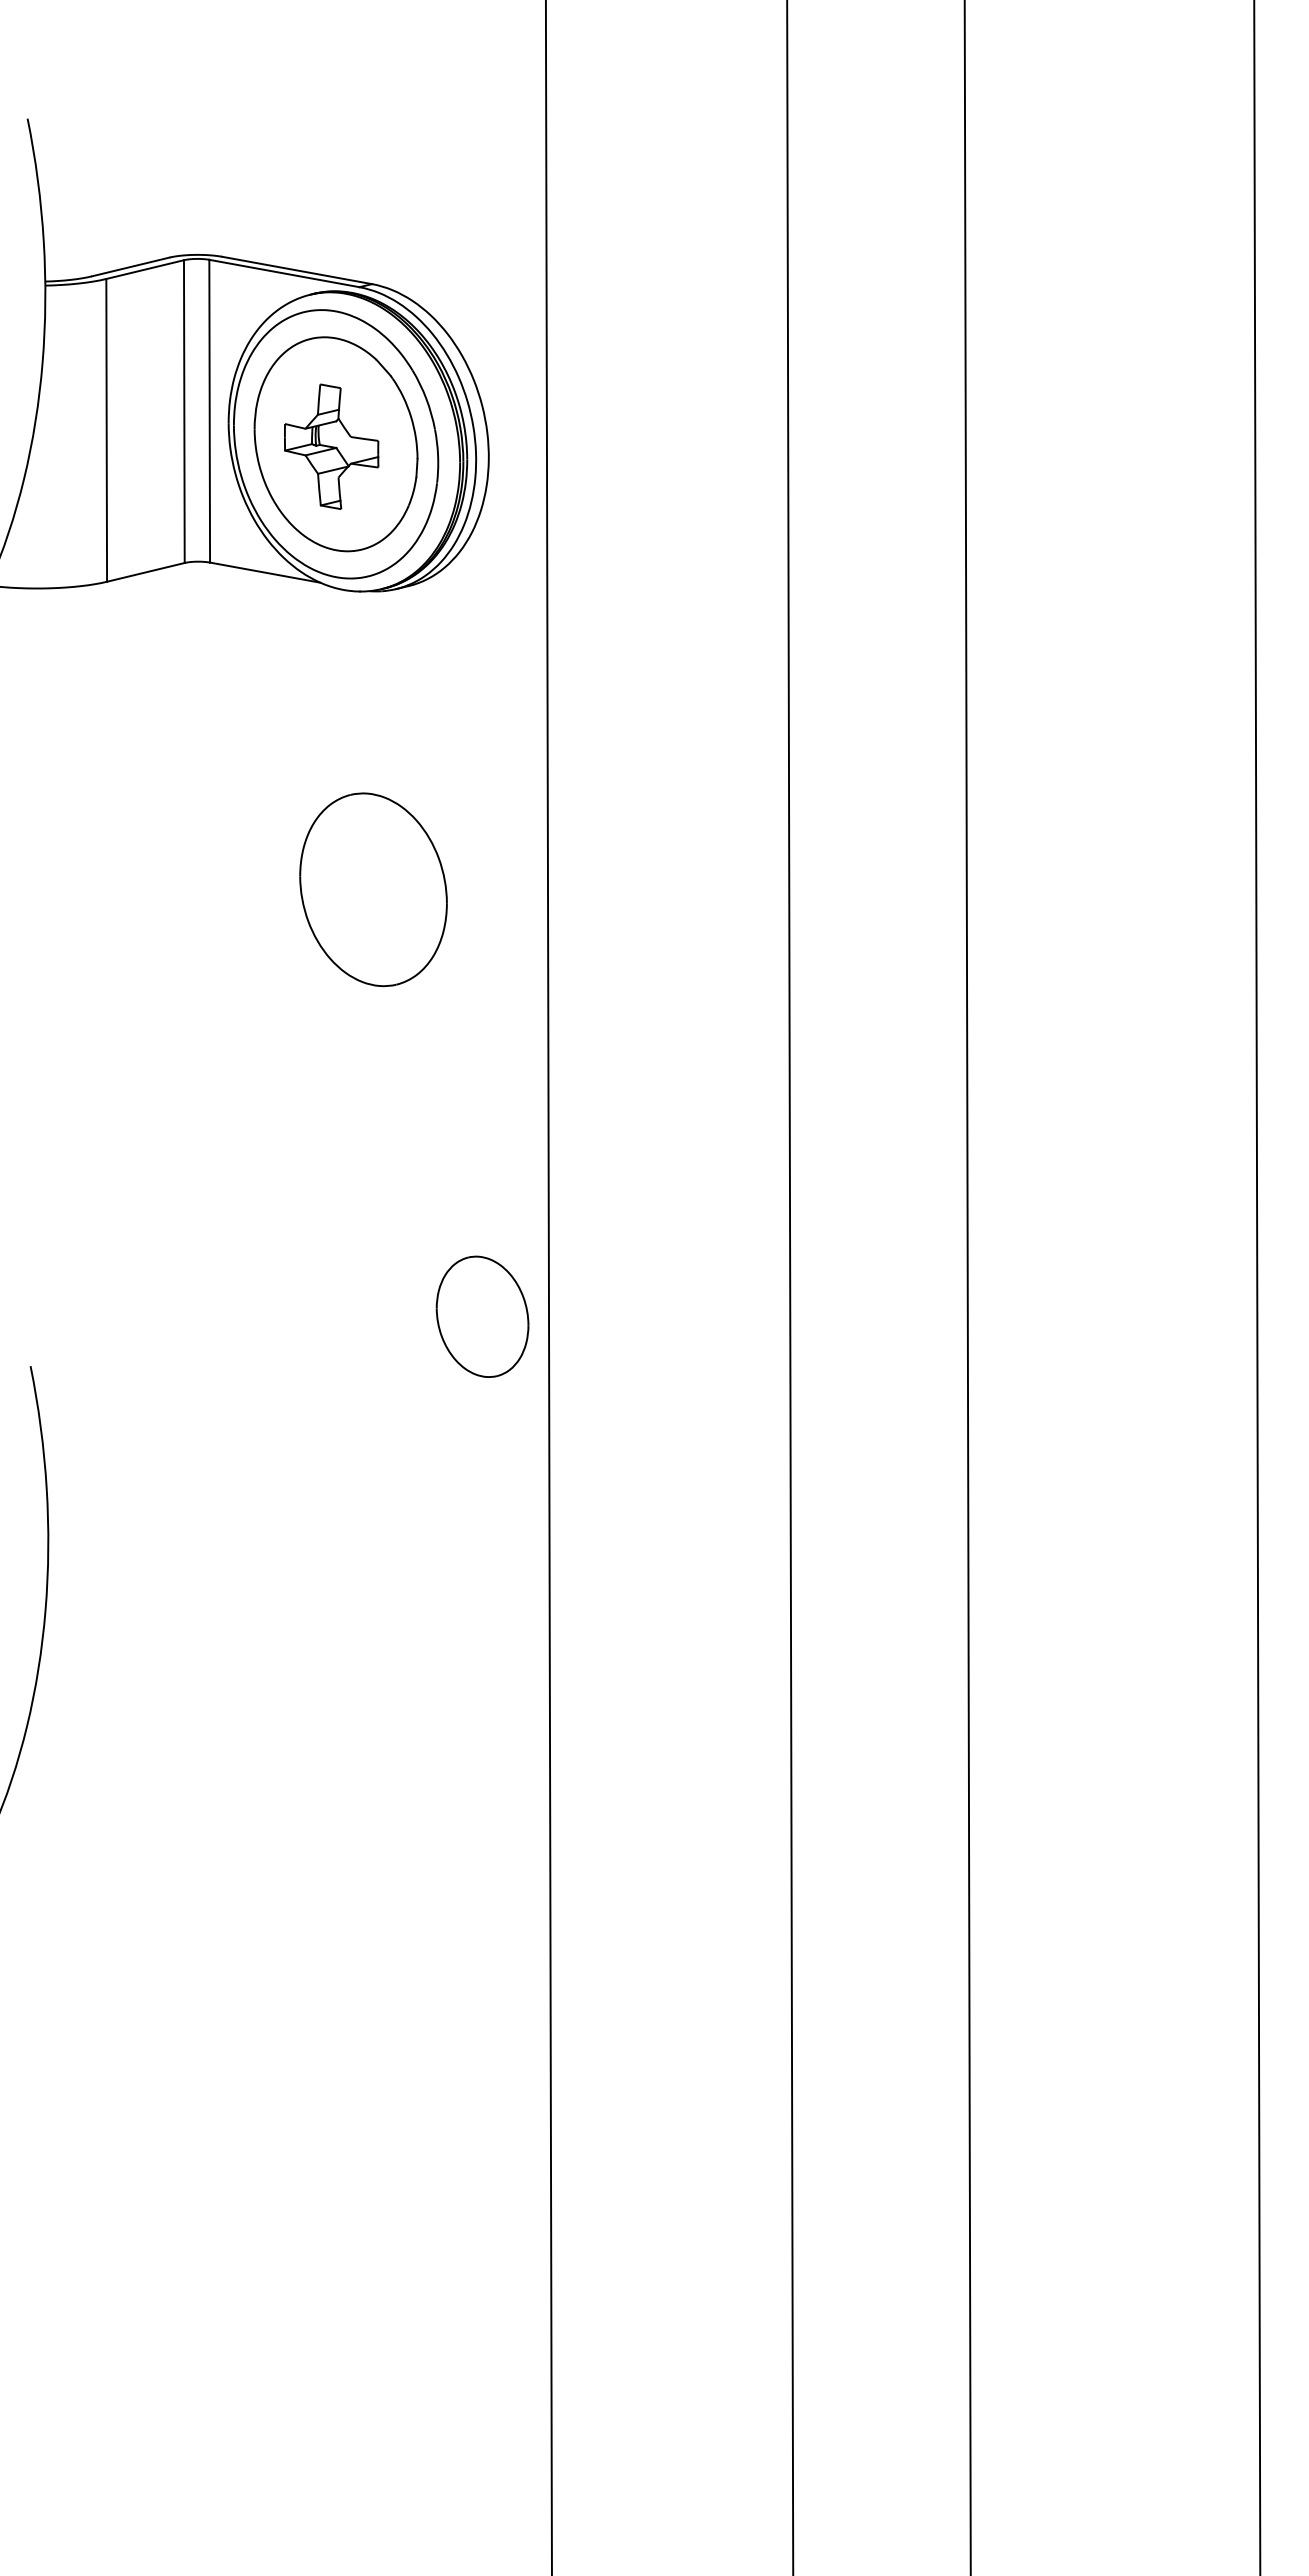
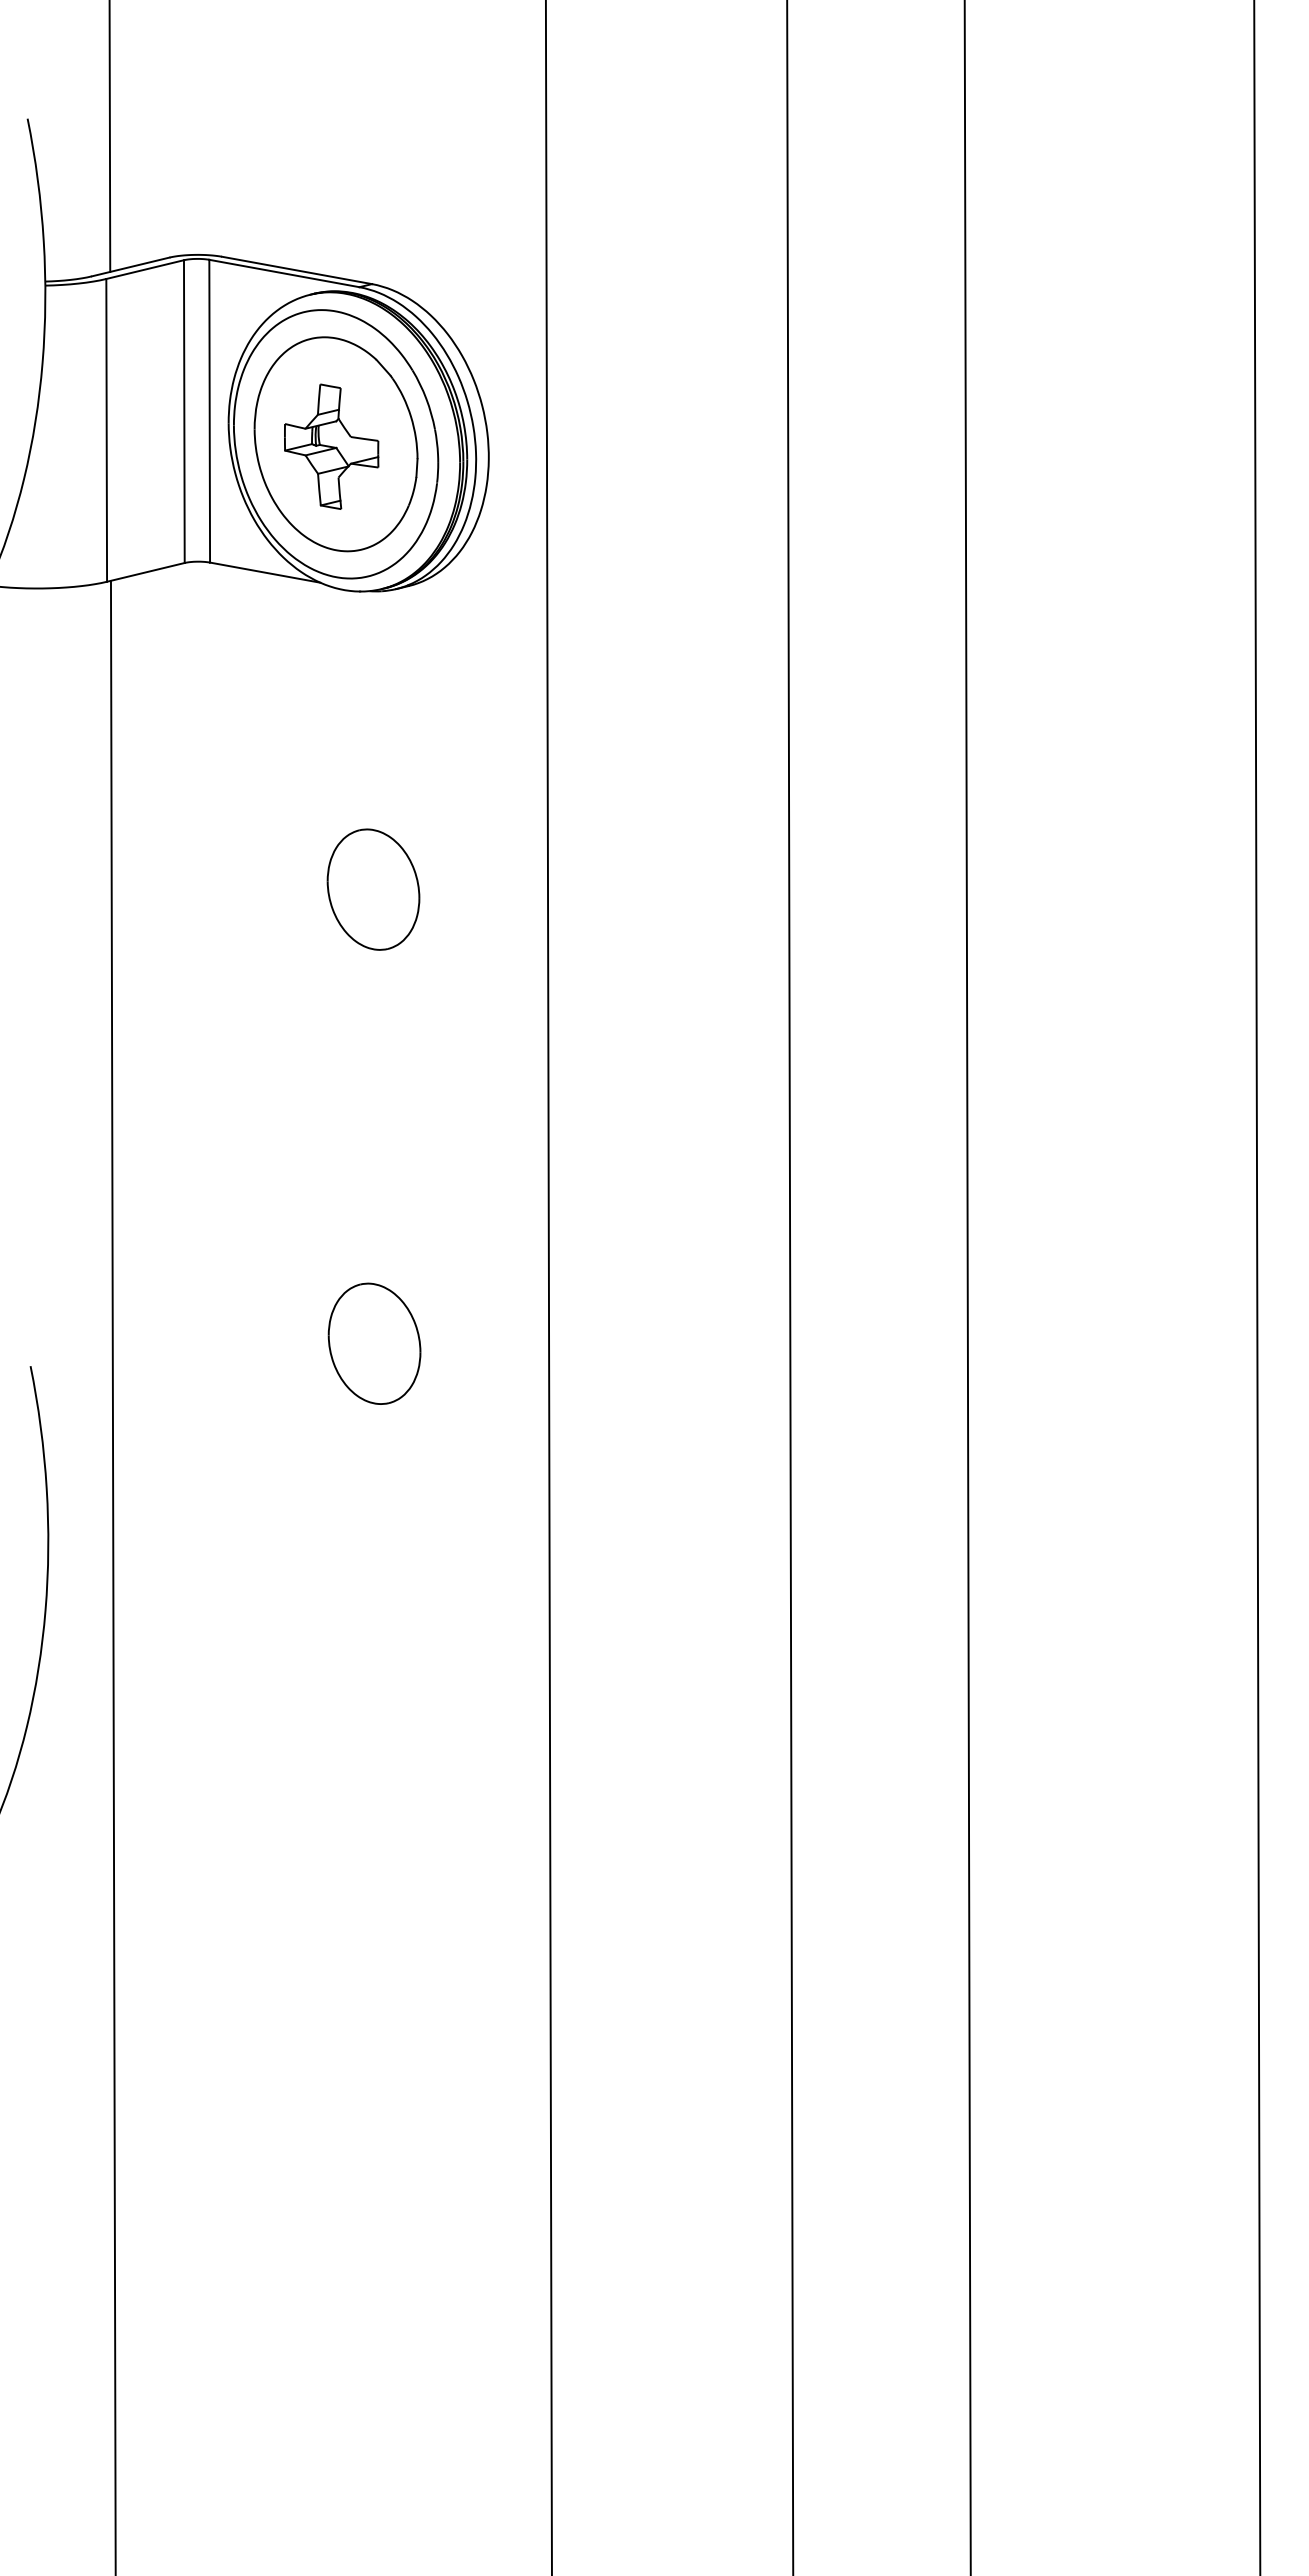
line at (109, 136): none -> present
part at (373, 889) size: 149x196 px -> 95x123 px
part at (482, 1316) position: (482, 1316) -> (374, 1343)
line at (112, 1576): none -> present
